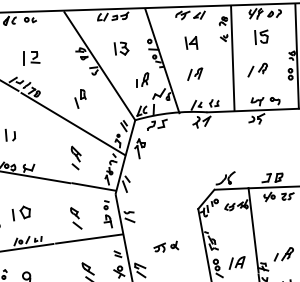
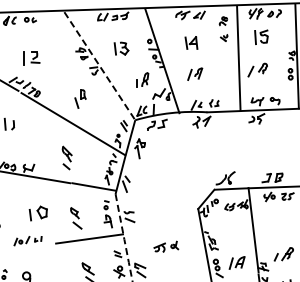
line at (232, 58) position: (232, 58) -> (238, 58)
line at (99, 66): solid -> dashed
part at (10, 134) position: (10, 134) -> (9, 123)
part at (75, 157) position: (75, 157) -> (66, 157)
part at (20, 213) position: (20, 213) -> (37, 213)
arc at (124, 238): solid -> dashed
line at (27, 247): present -> none
